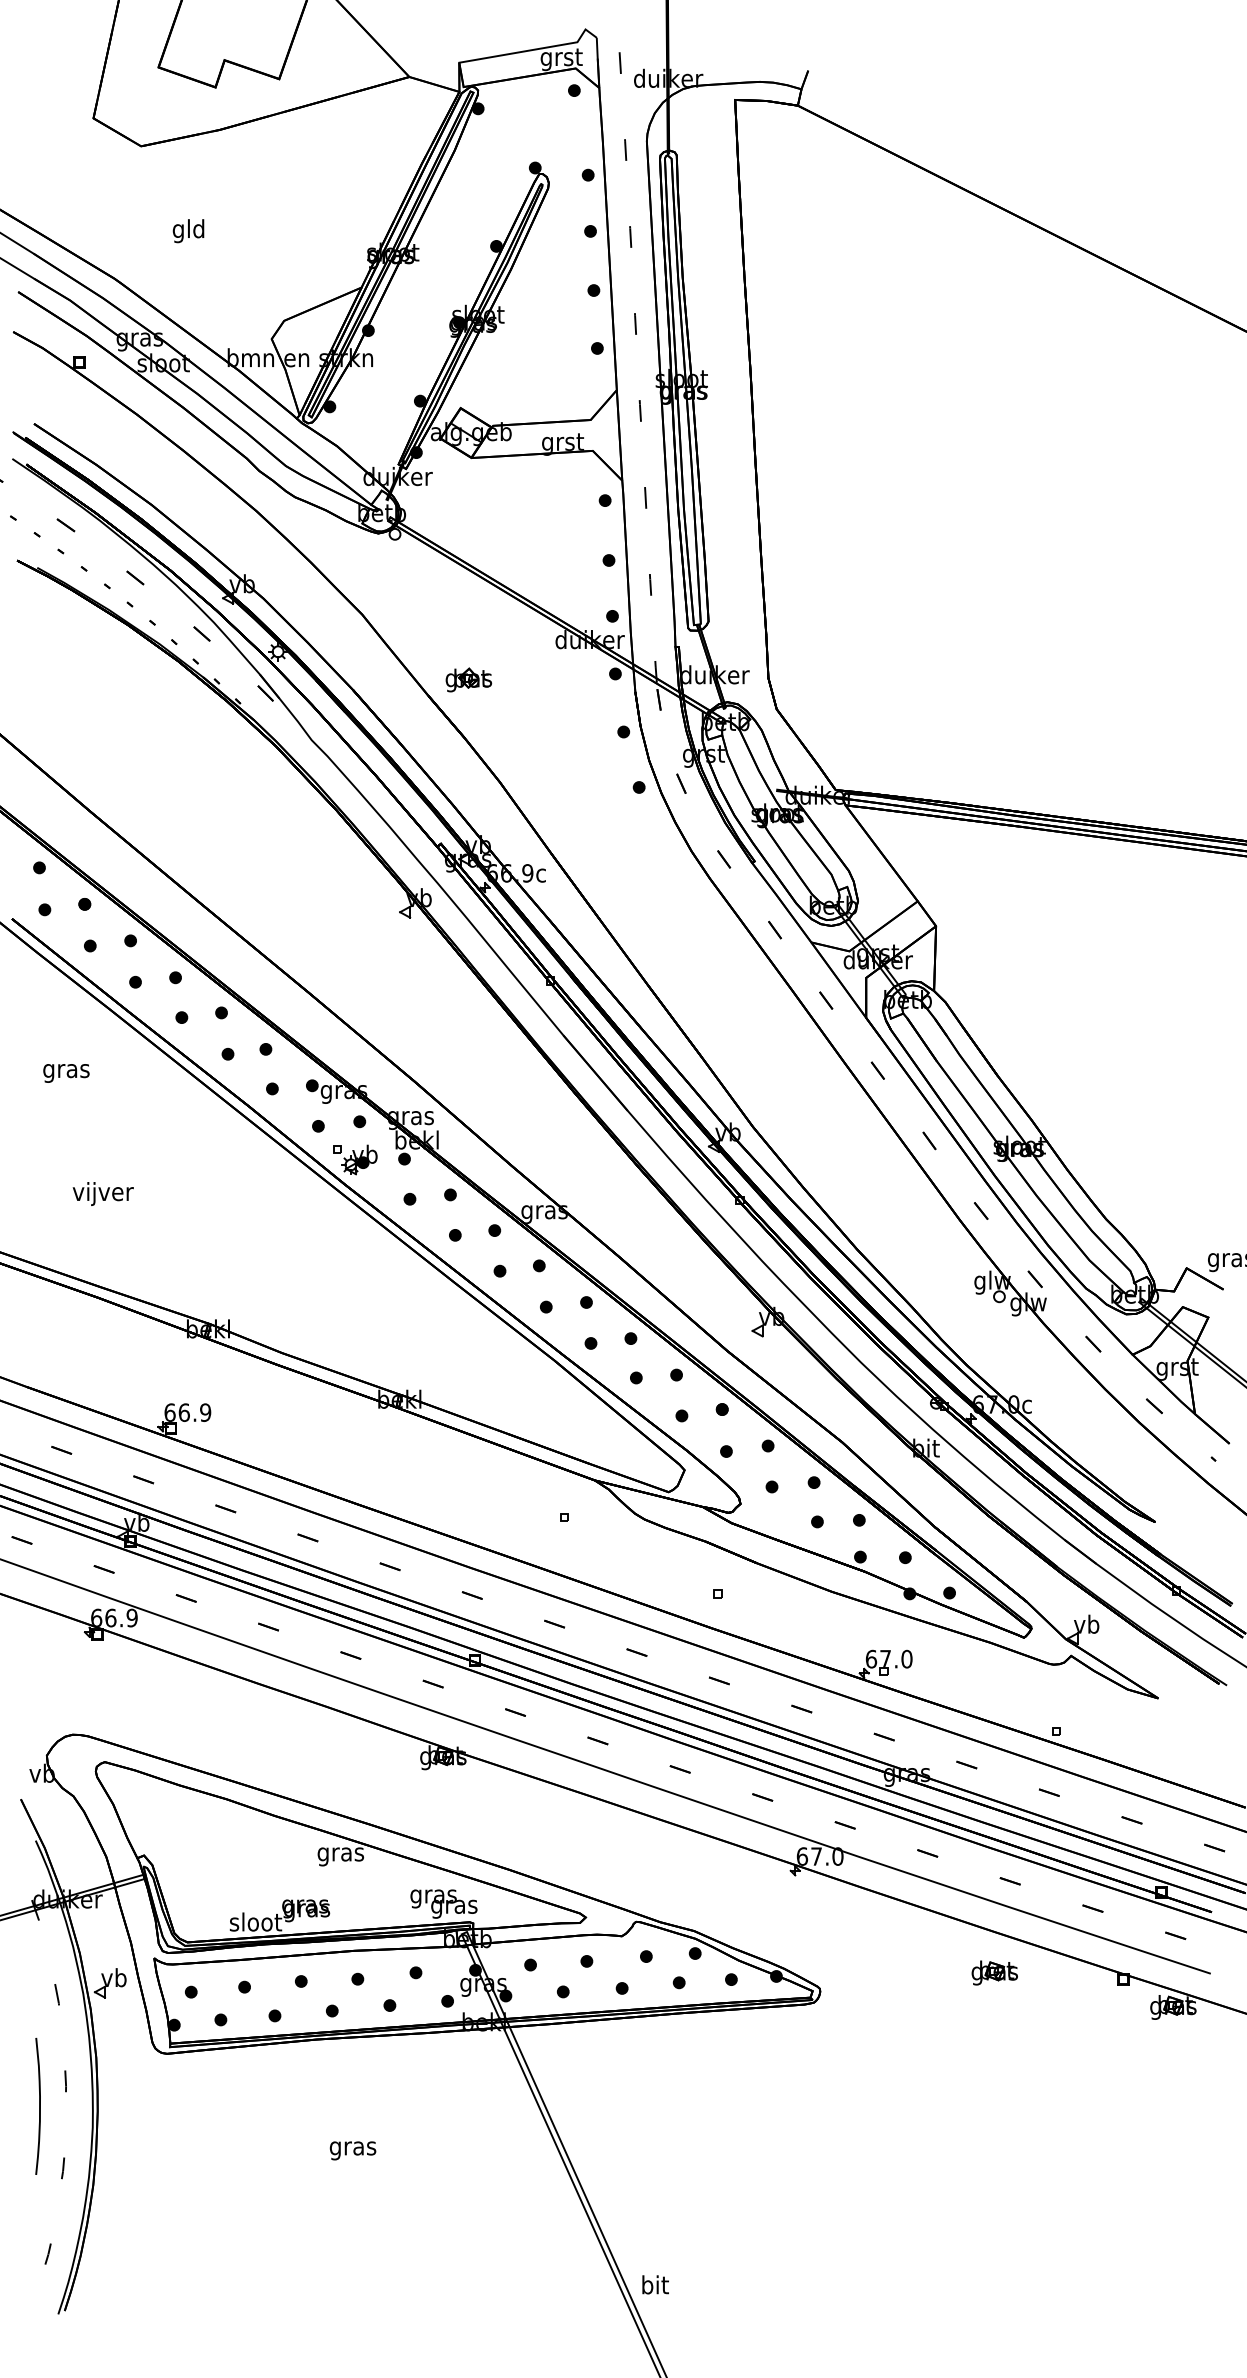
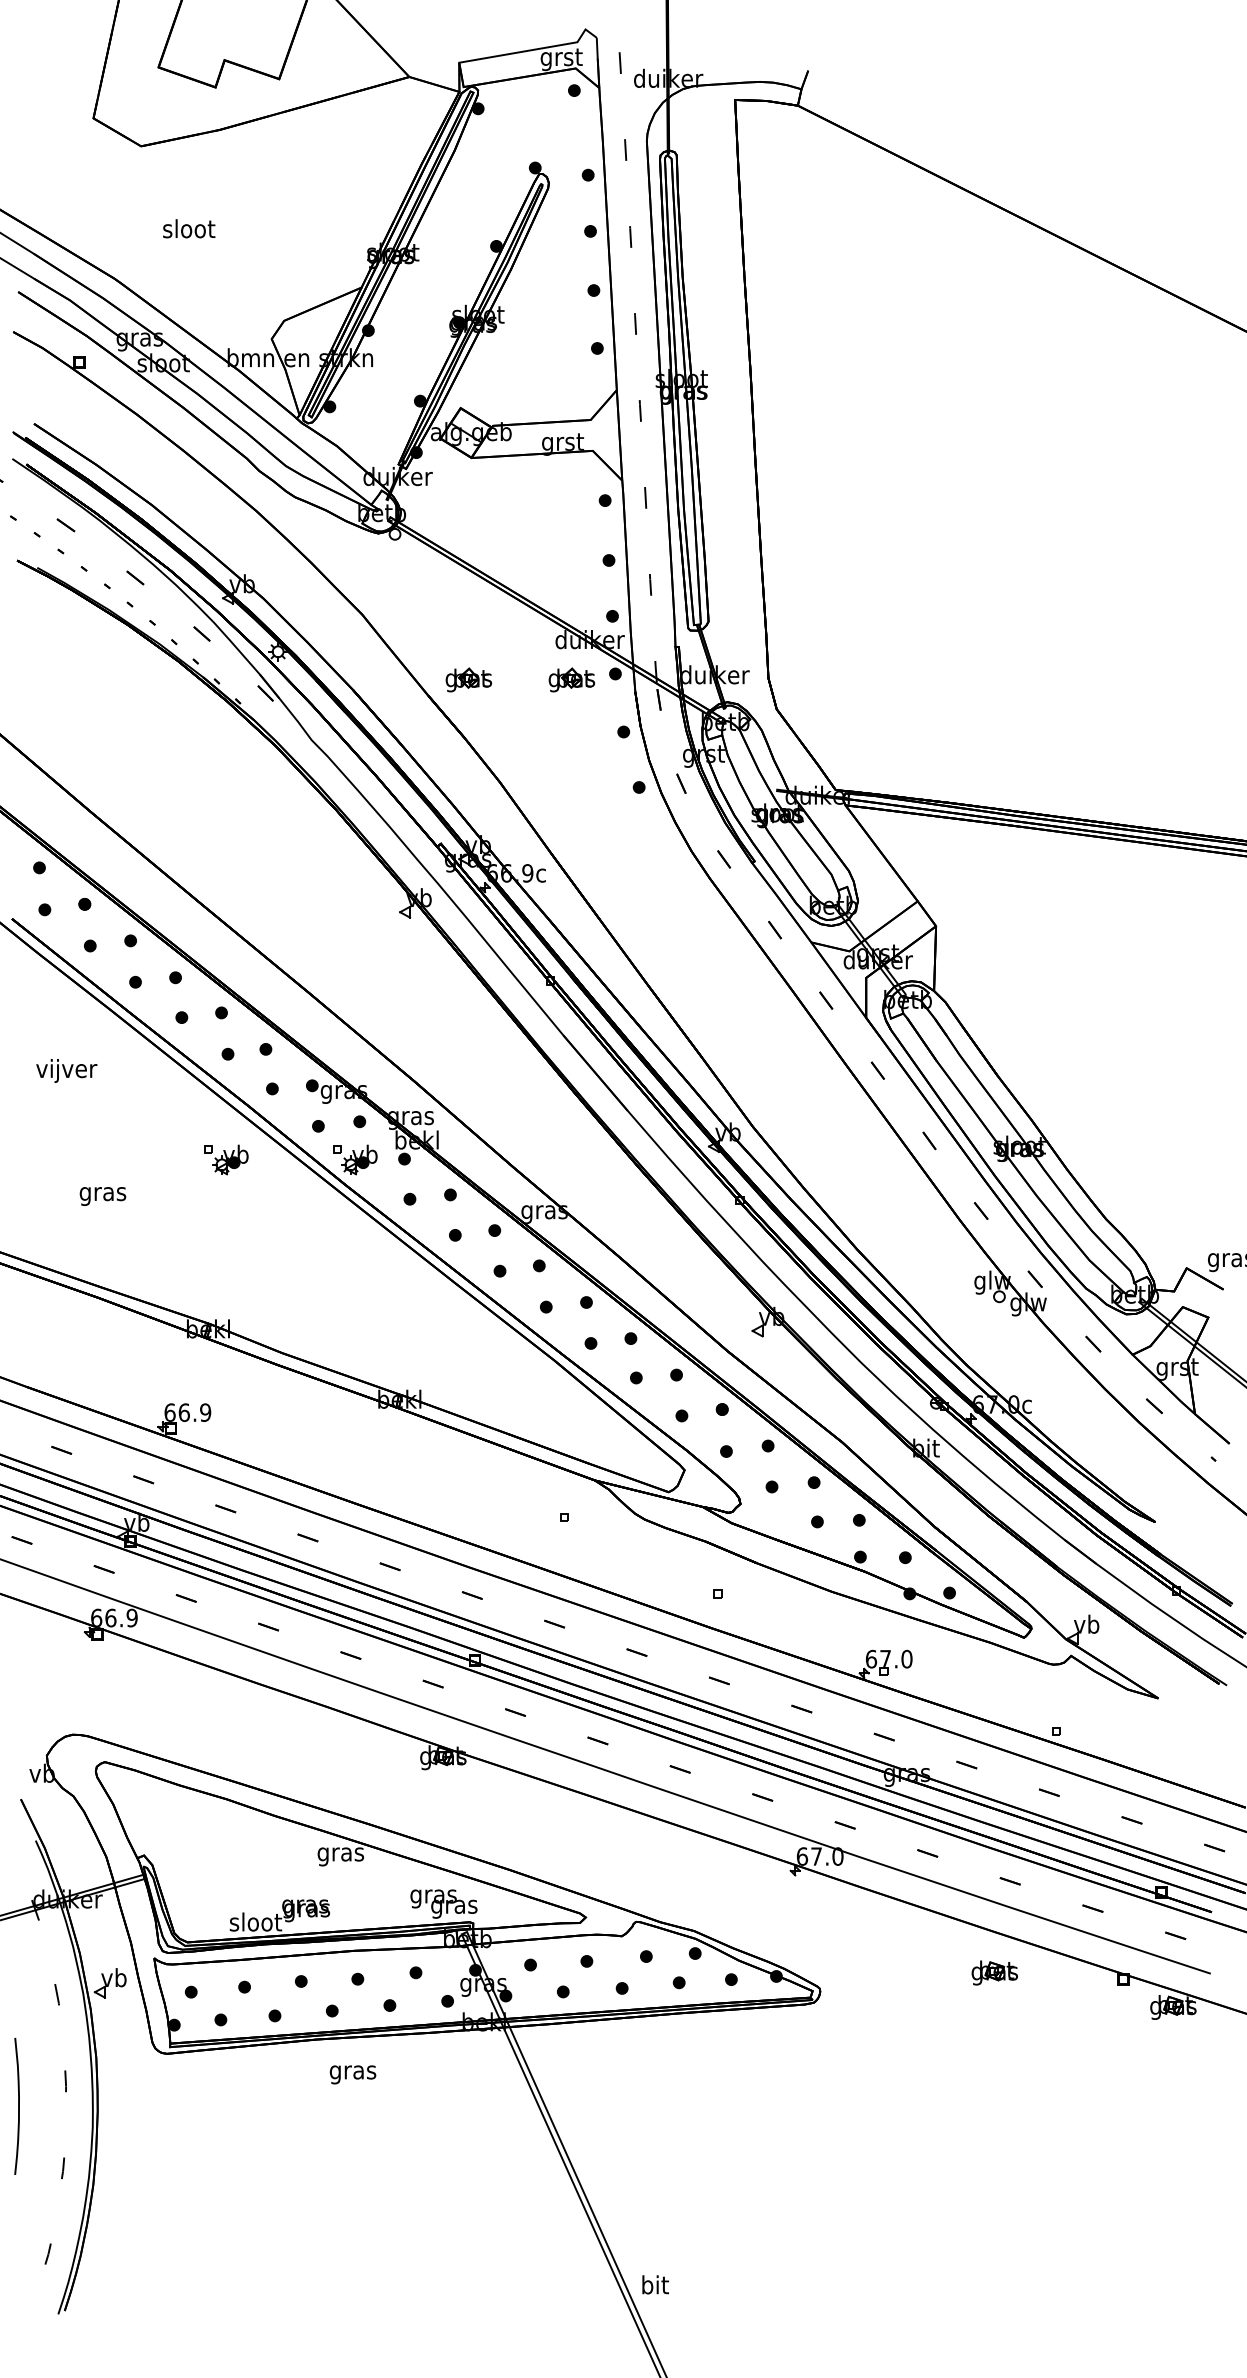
text at (189, 231): gld -> sloot
part at (571, 679): none -> present
text at (66, 1070): gras -> vijver
part at (226, 1159): none -> present
text at (102, 1194): vijver -> gras
curve at (39, 2105) position: (39, 2105) -> (18, 2105)
text at (352, 2150) position: (352, 2150) -> (352, 2074)
